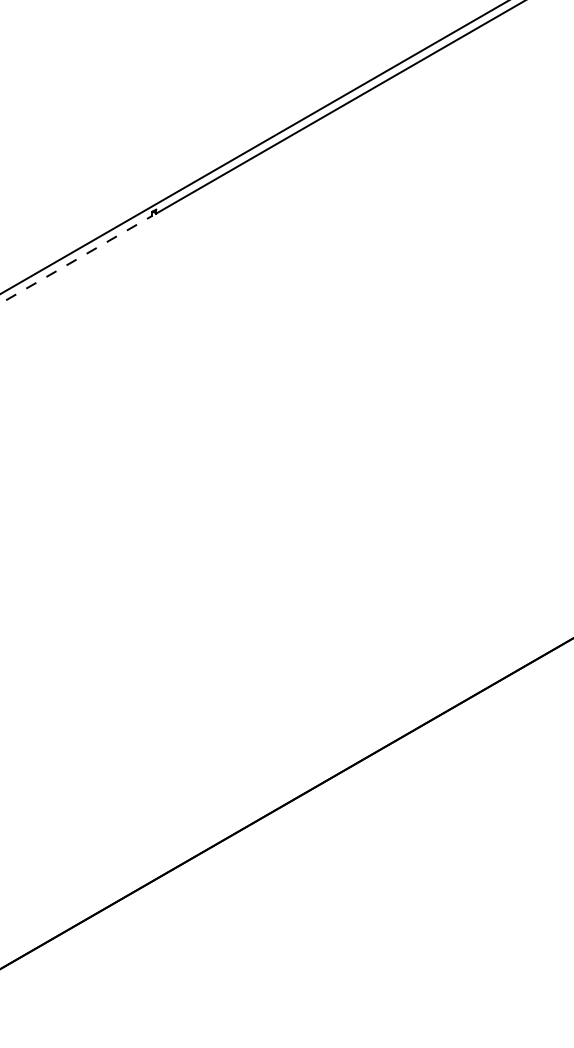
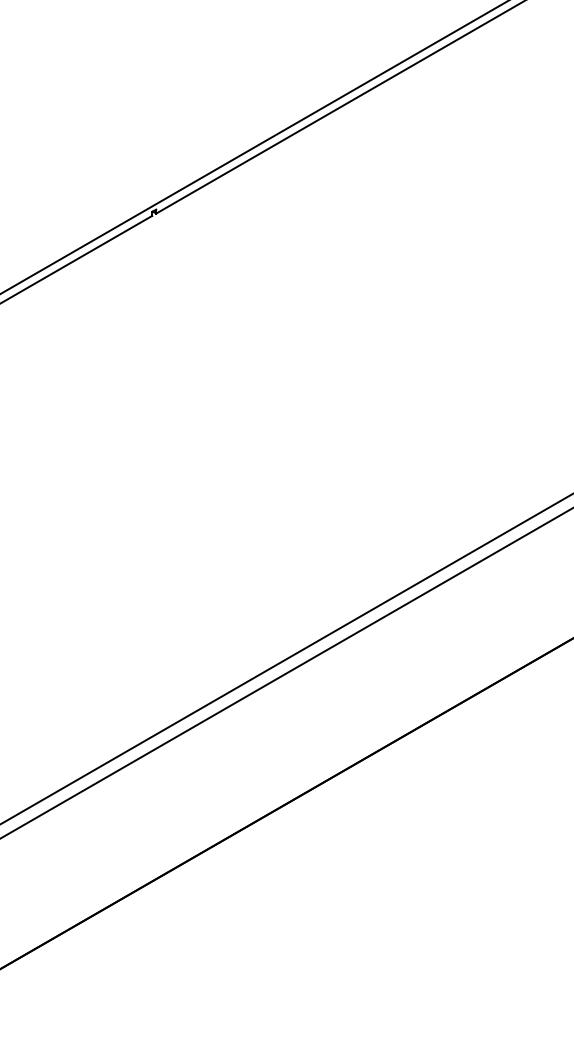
line at (76, 259): dashed -> solid
line at (286, 659): none -> present
line at (286, 673): none -> present
